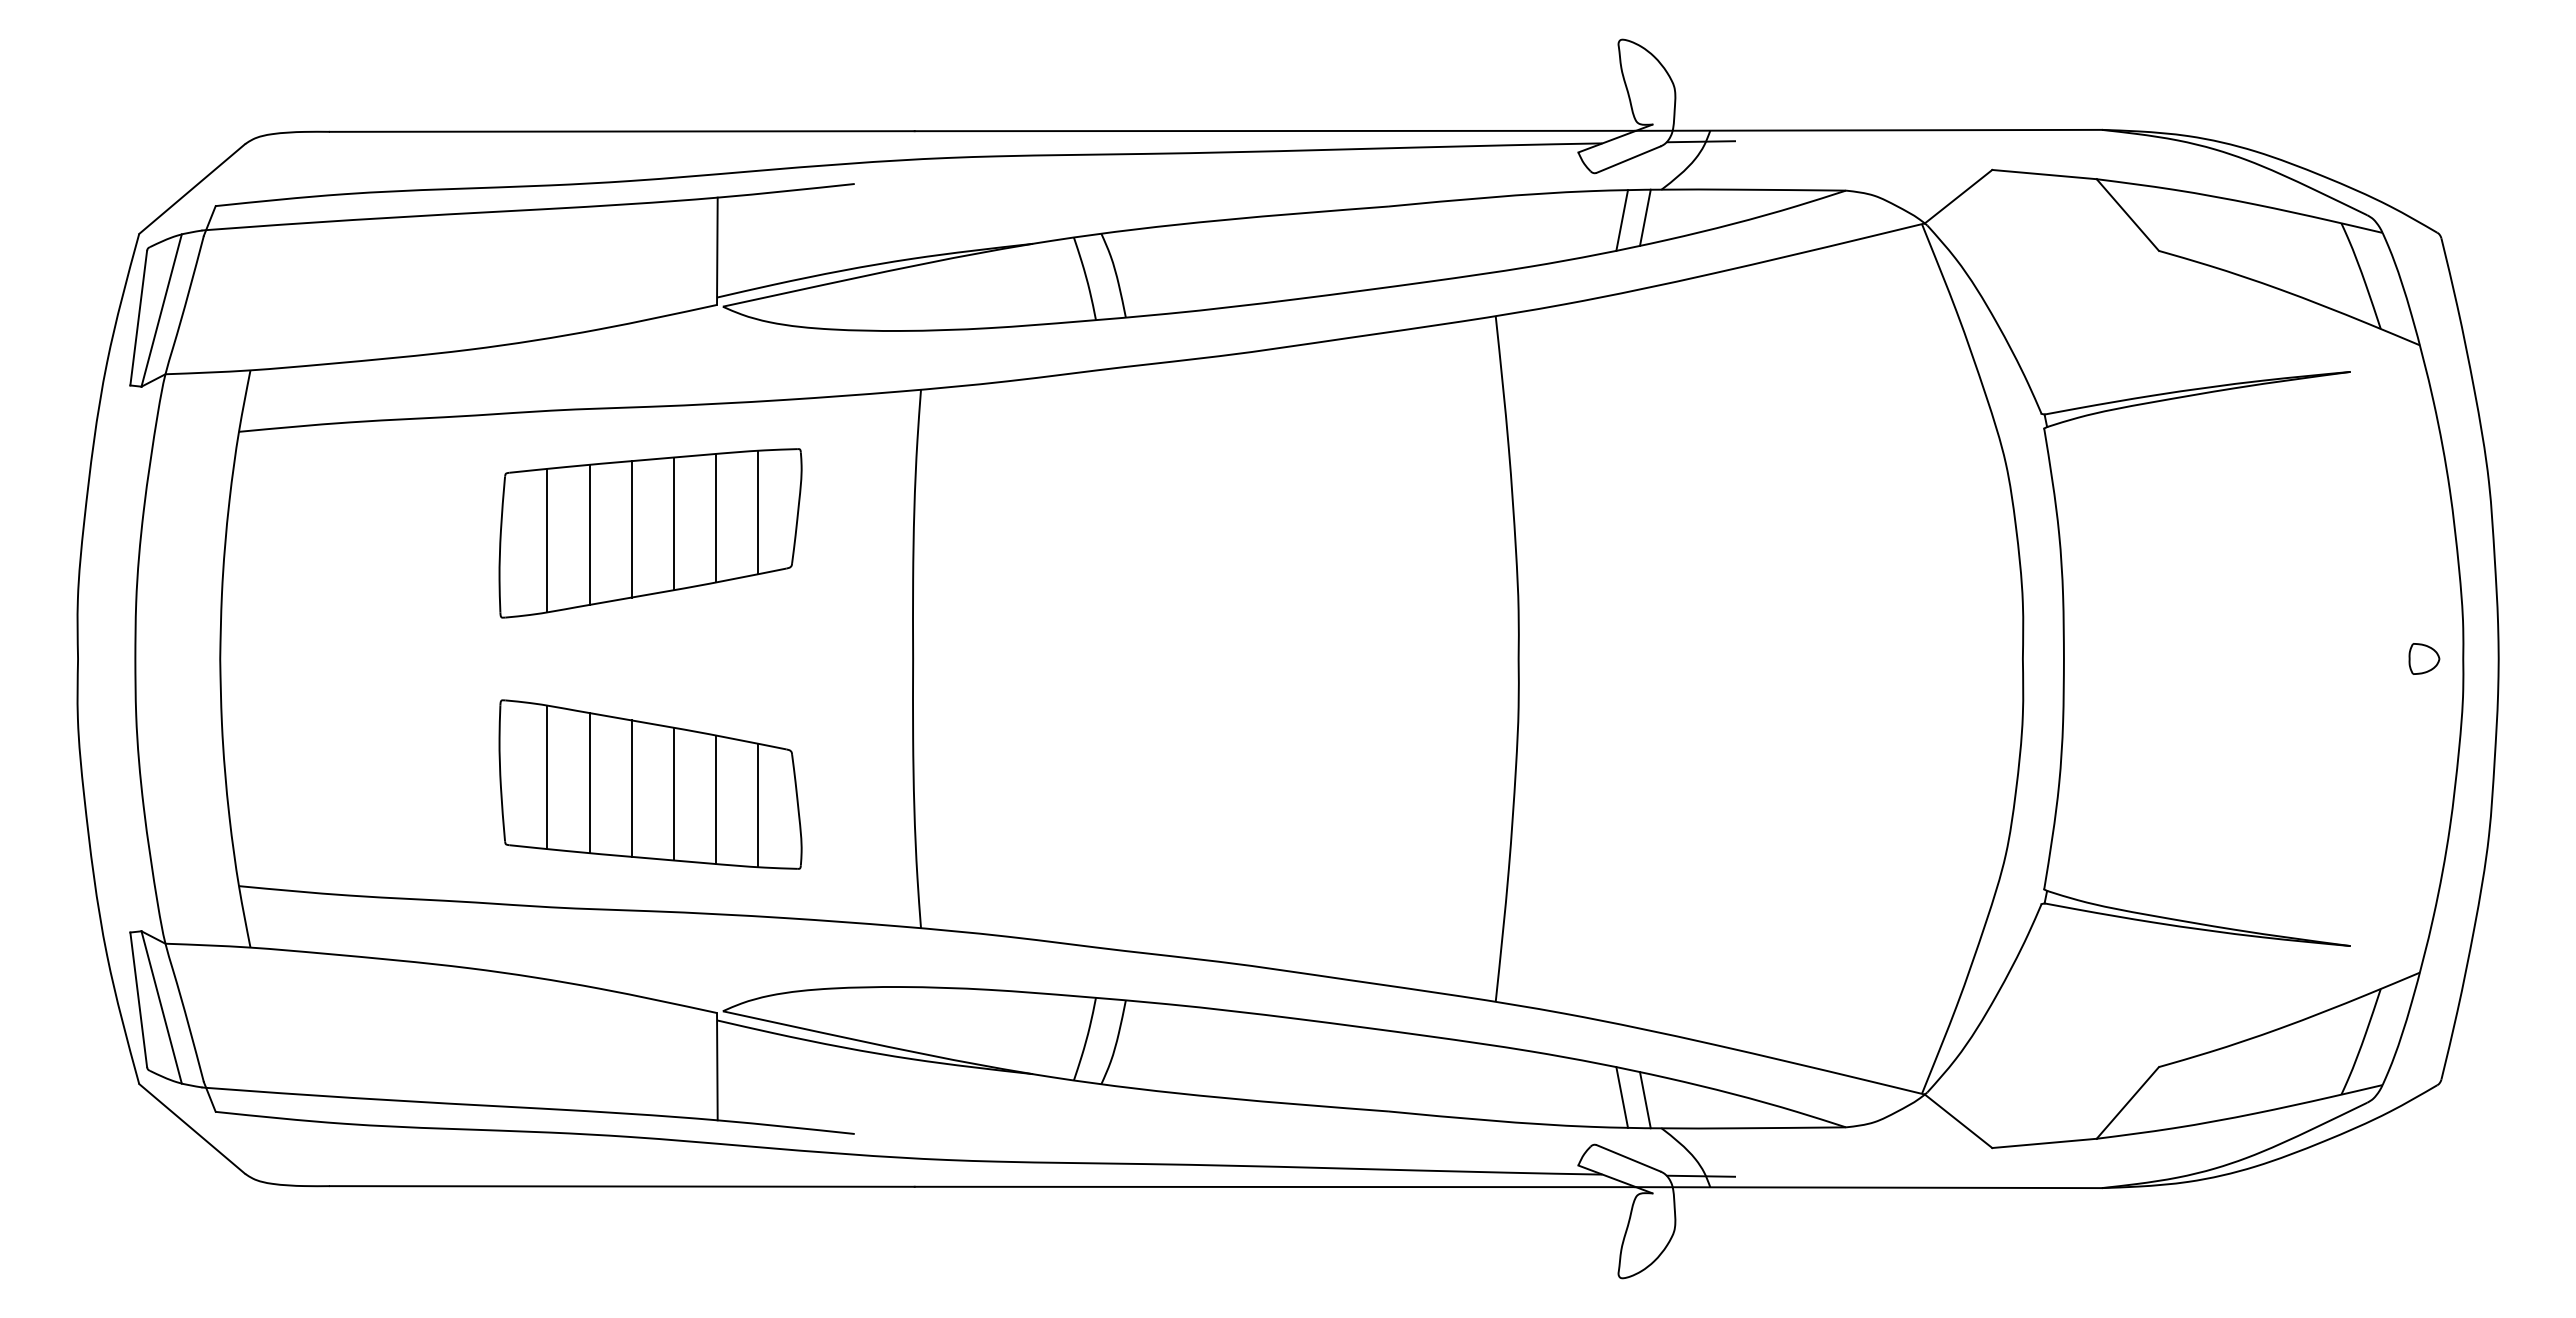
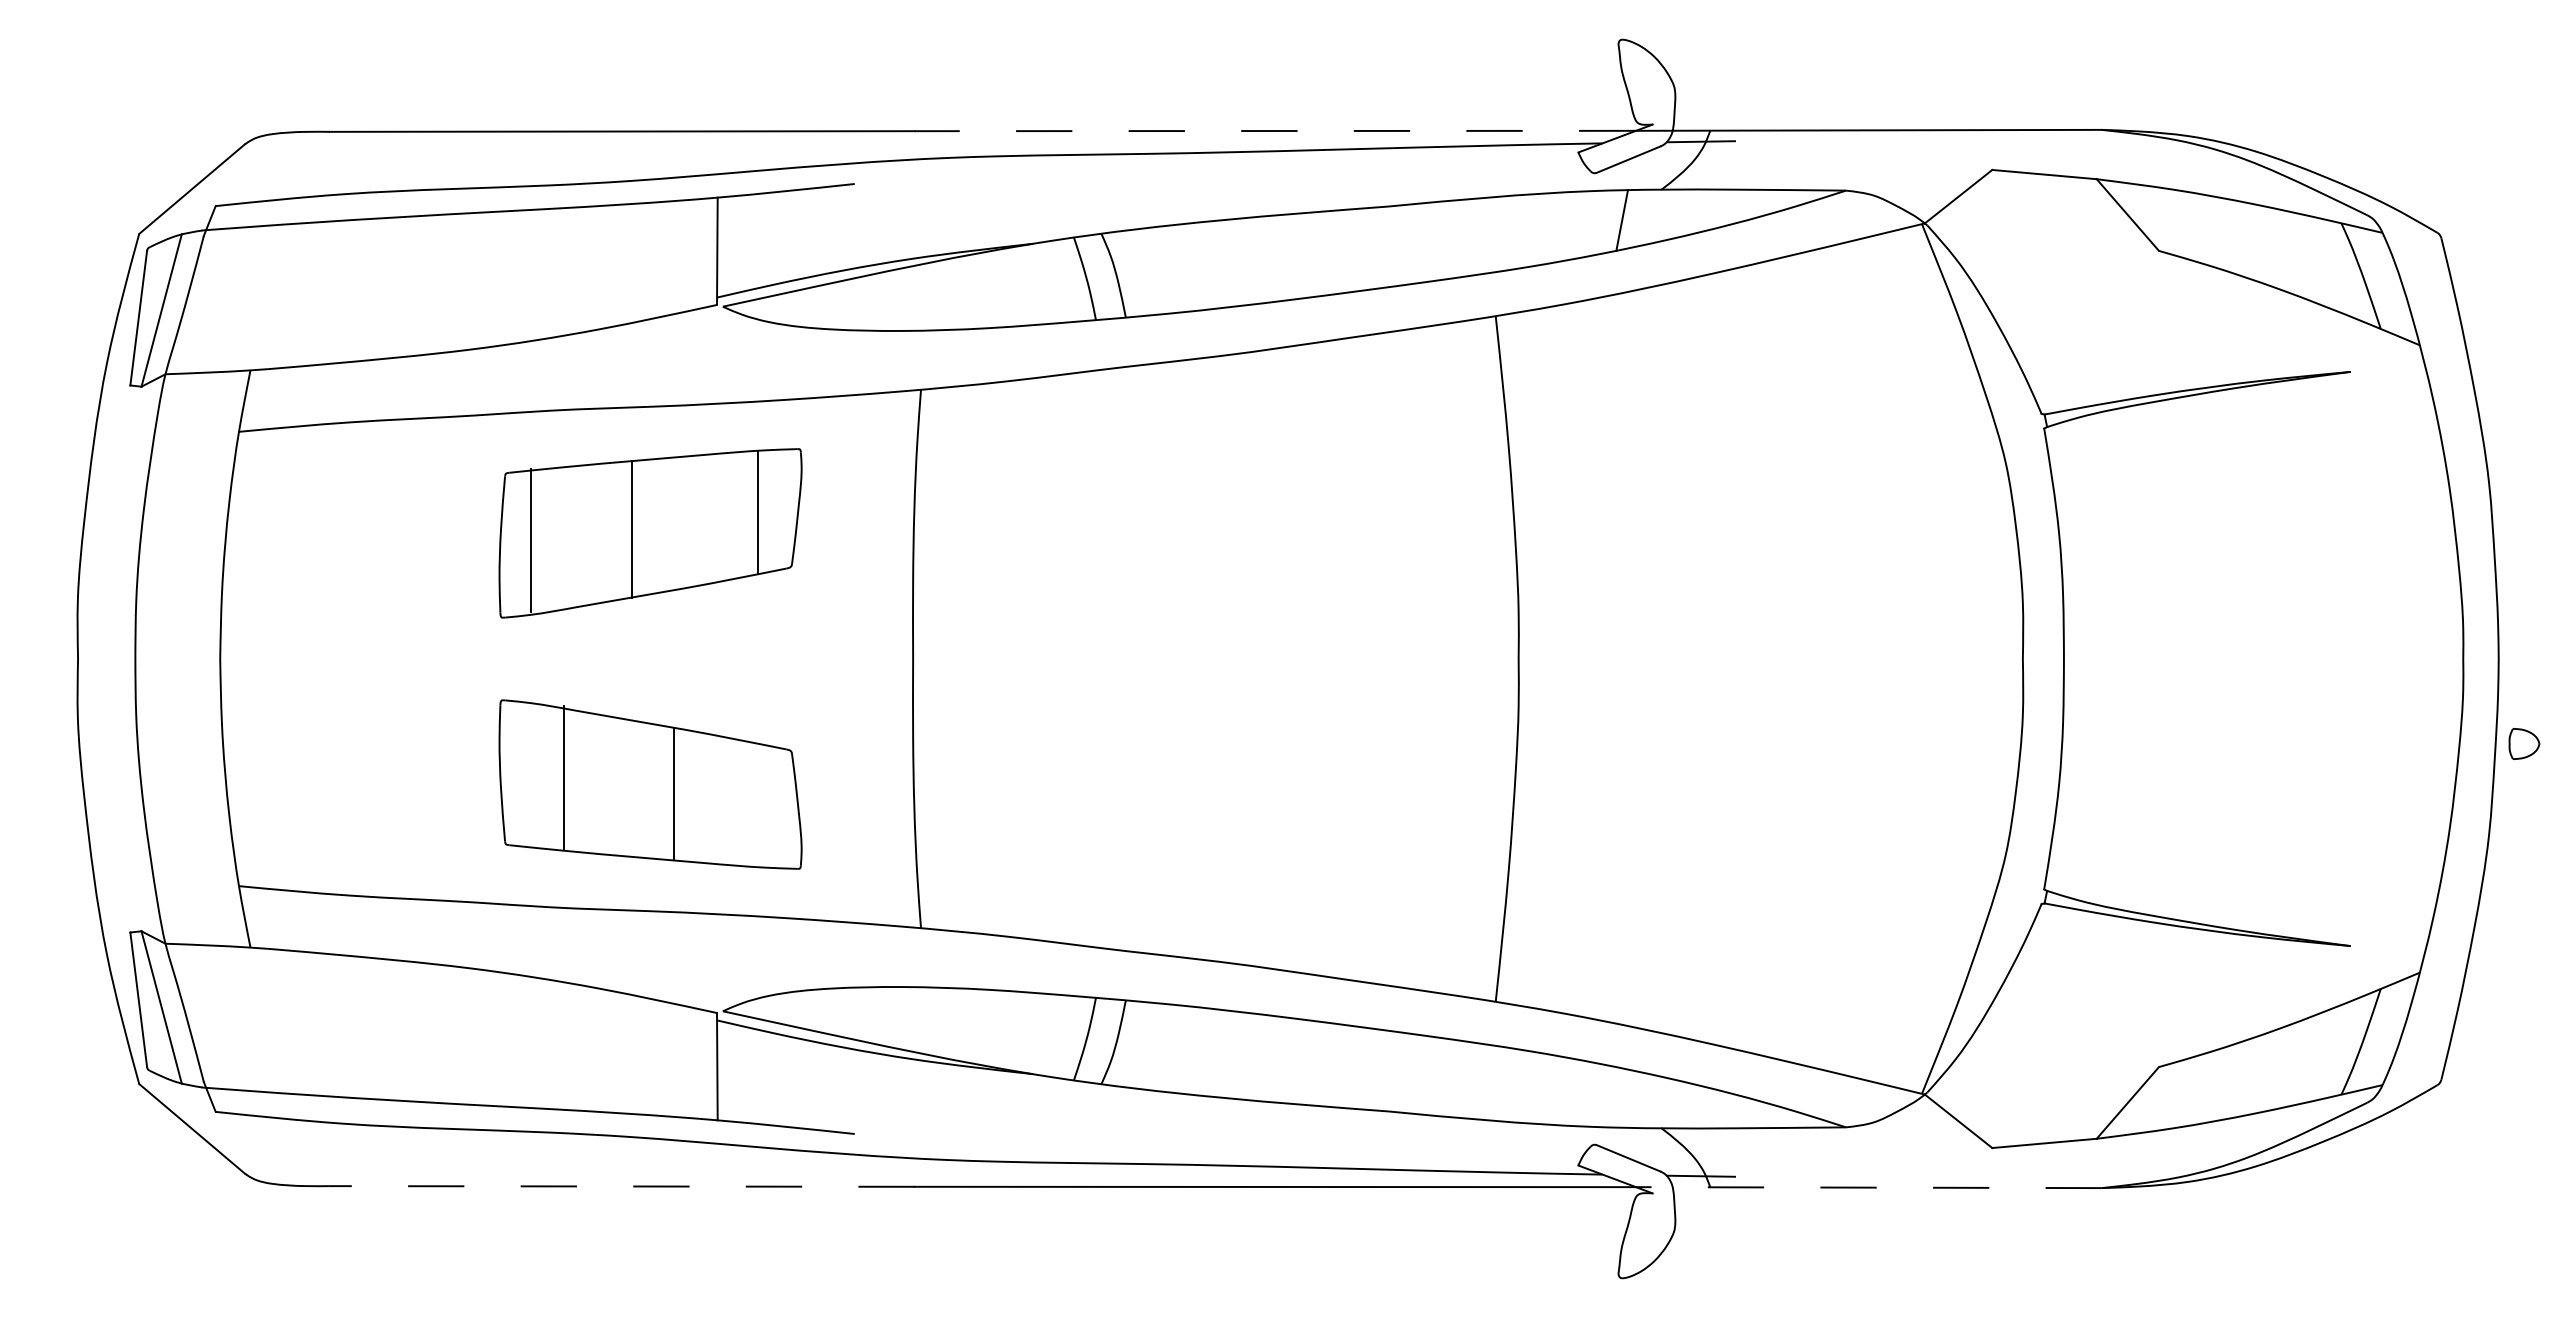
line at (1274, 131): solid -> dashed
line at (1645, 217): present -> none
line at (716, 517): present -> none
line at (673, 523): present -> none
line at (589, 534): present -> none
line at (547, 540) position: (547, 540) -> (531, 540)
part at (2424, 658) position: (2424, 658) -> (2524, 743)
line at (547, 777) position: (547, 777) -> (564, 777)
line at (589, 783): present -> none
line at (631, 788): present -> none
line at (716, 799): present -> none
line at (758, 805): present -> none
line at (1622, 1097): present -> none
line at (1645, 1100): present -> none
line at (621, 1186): solid -> dashed
line at (1868, 1187): solid -> dashed
